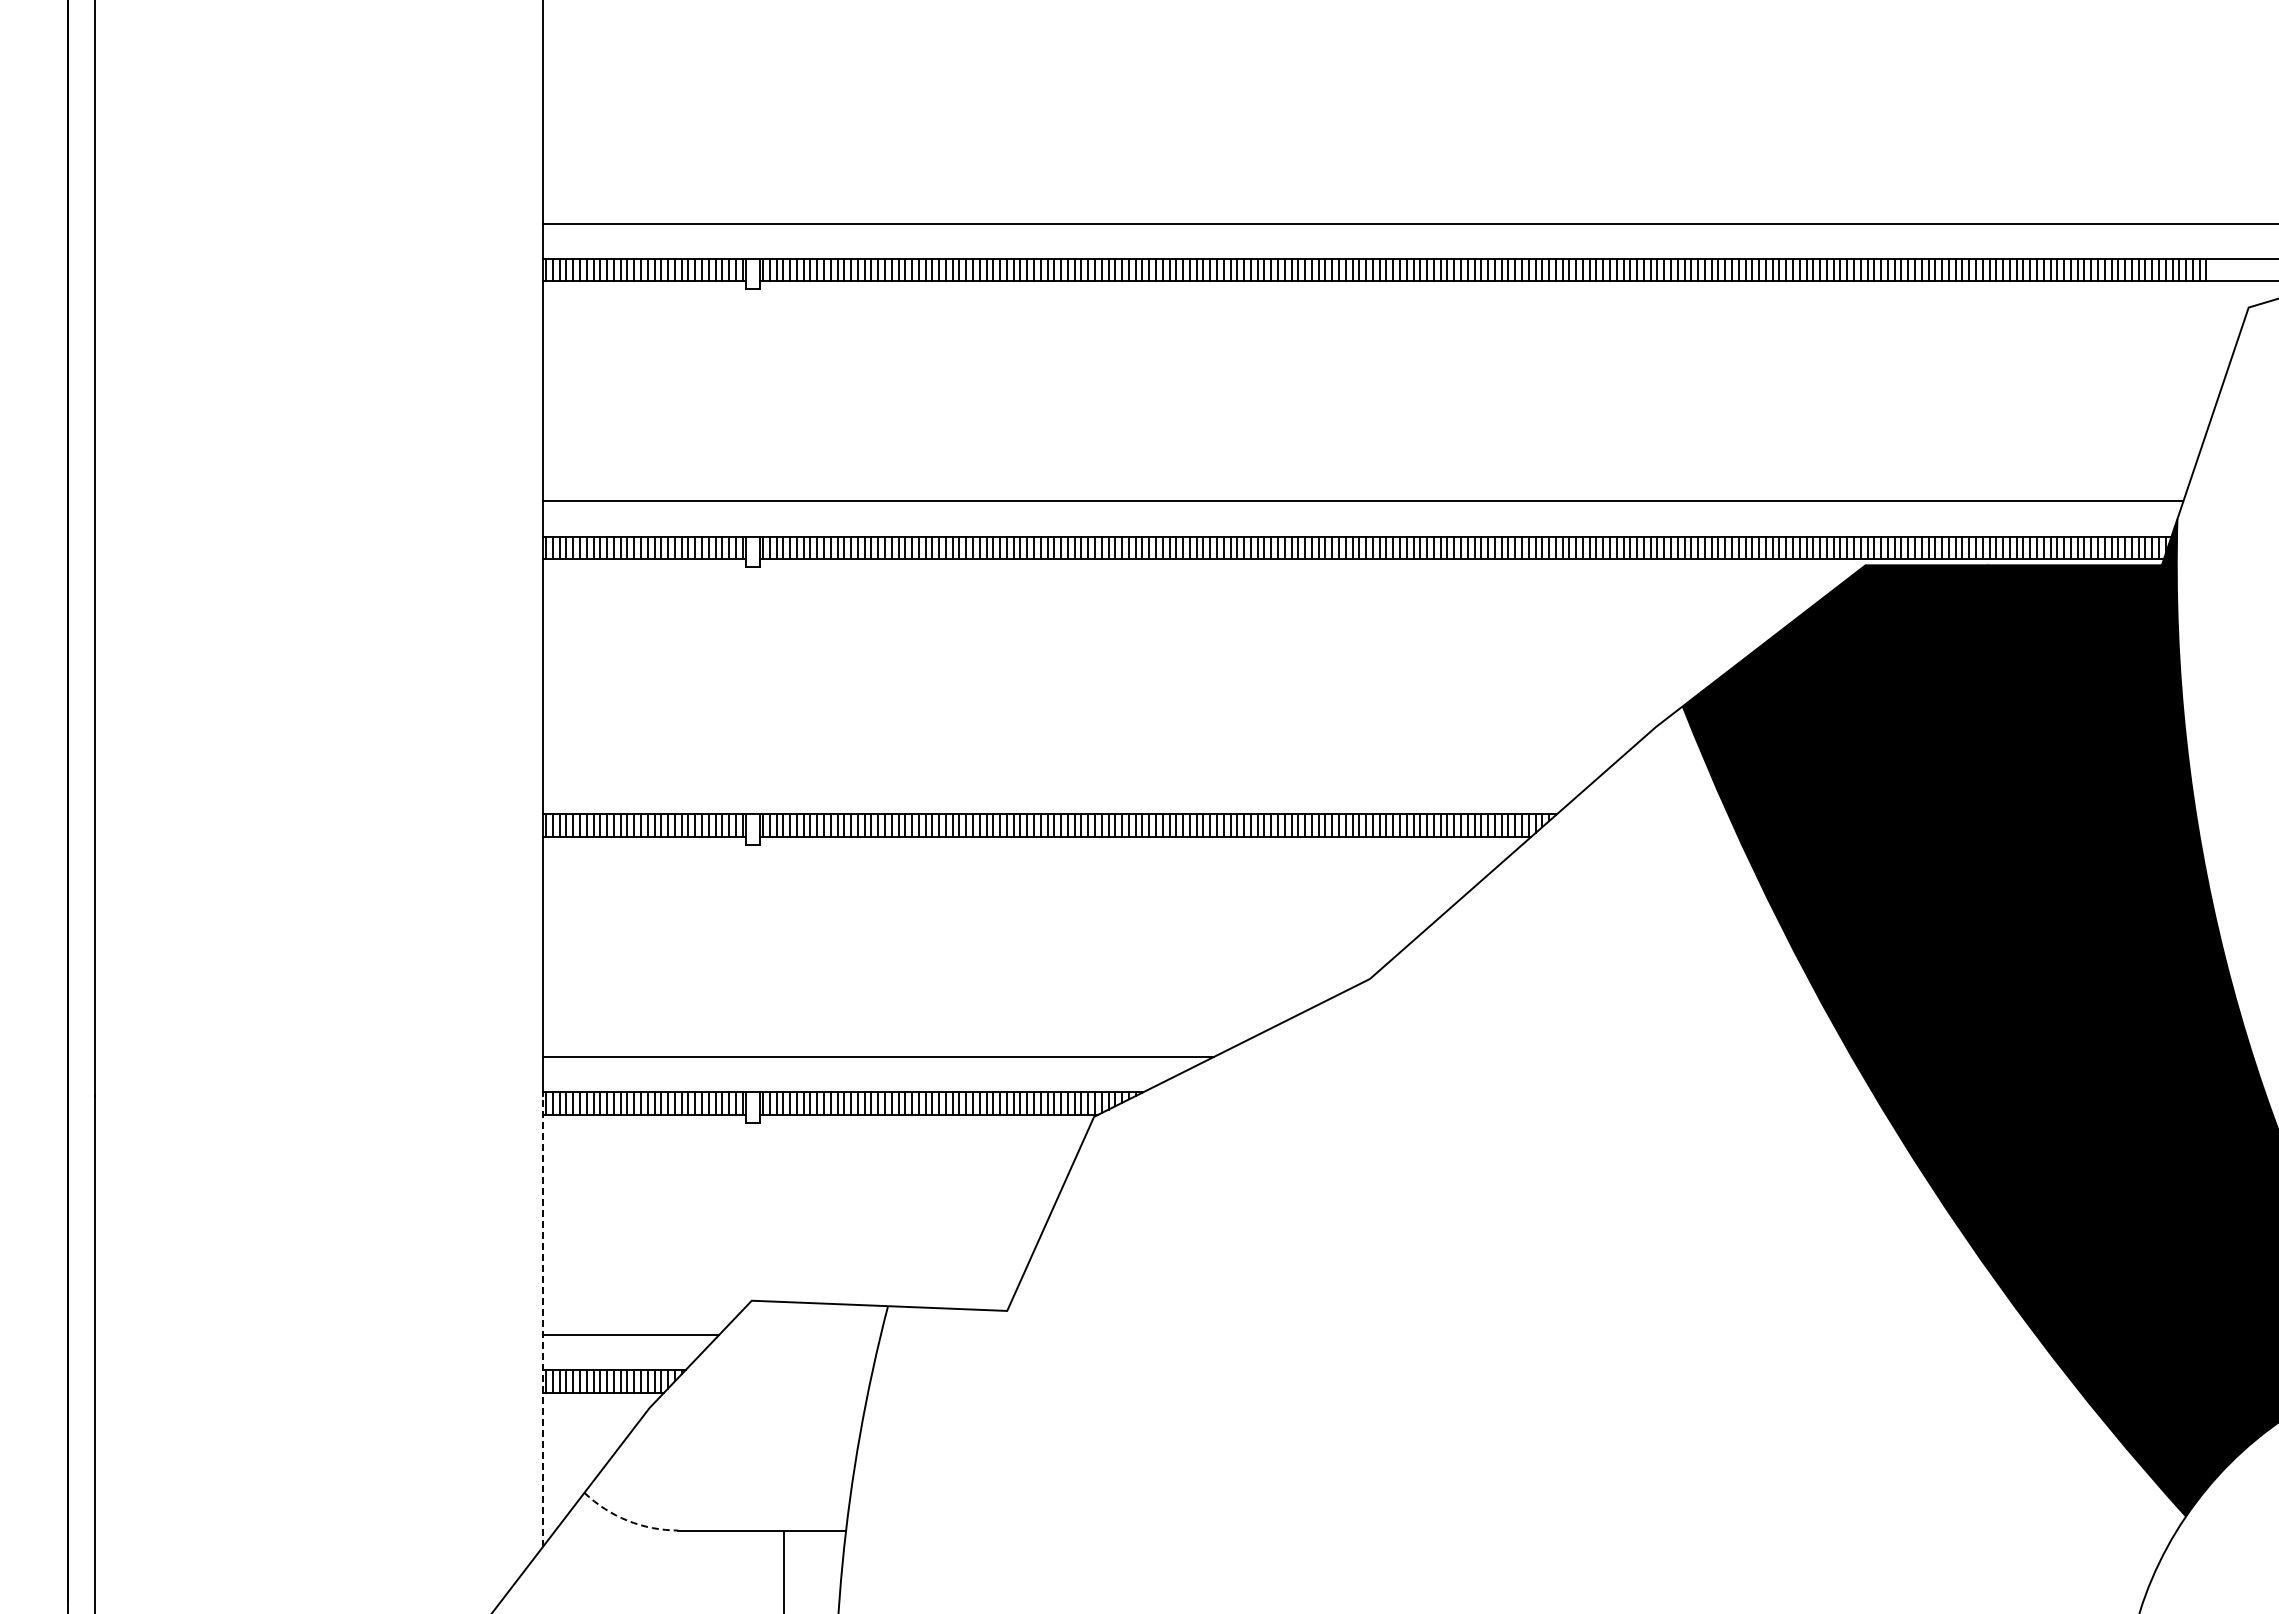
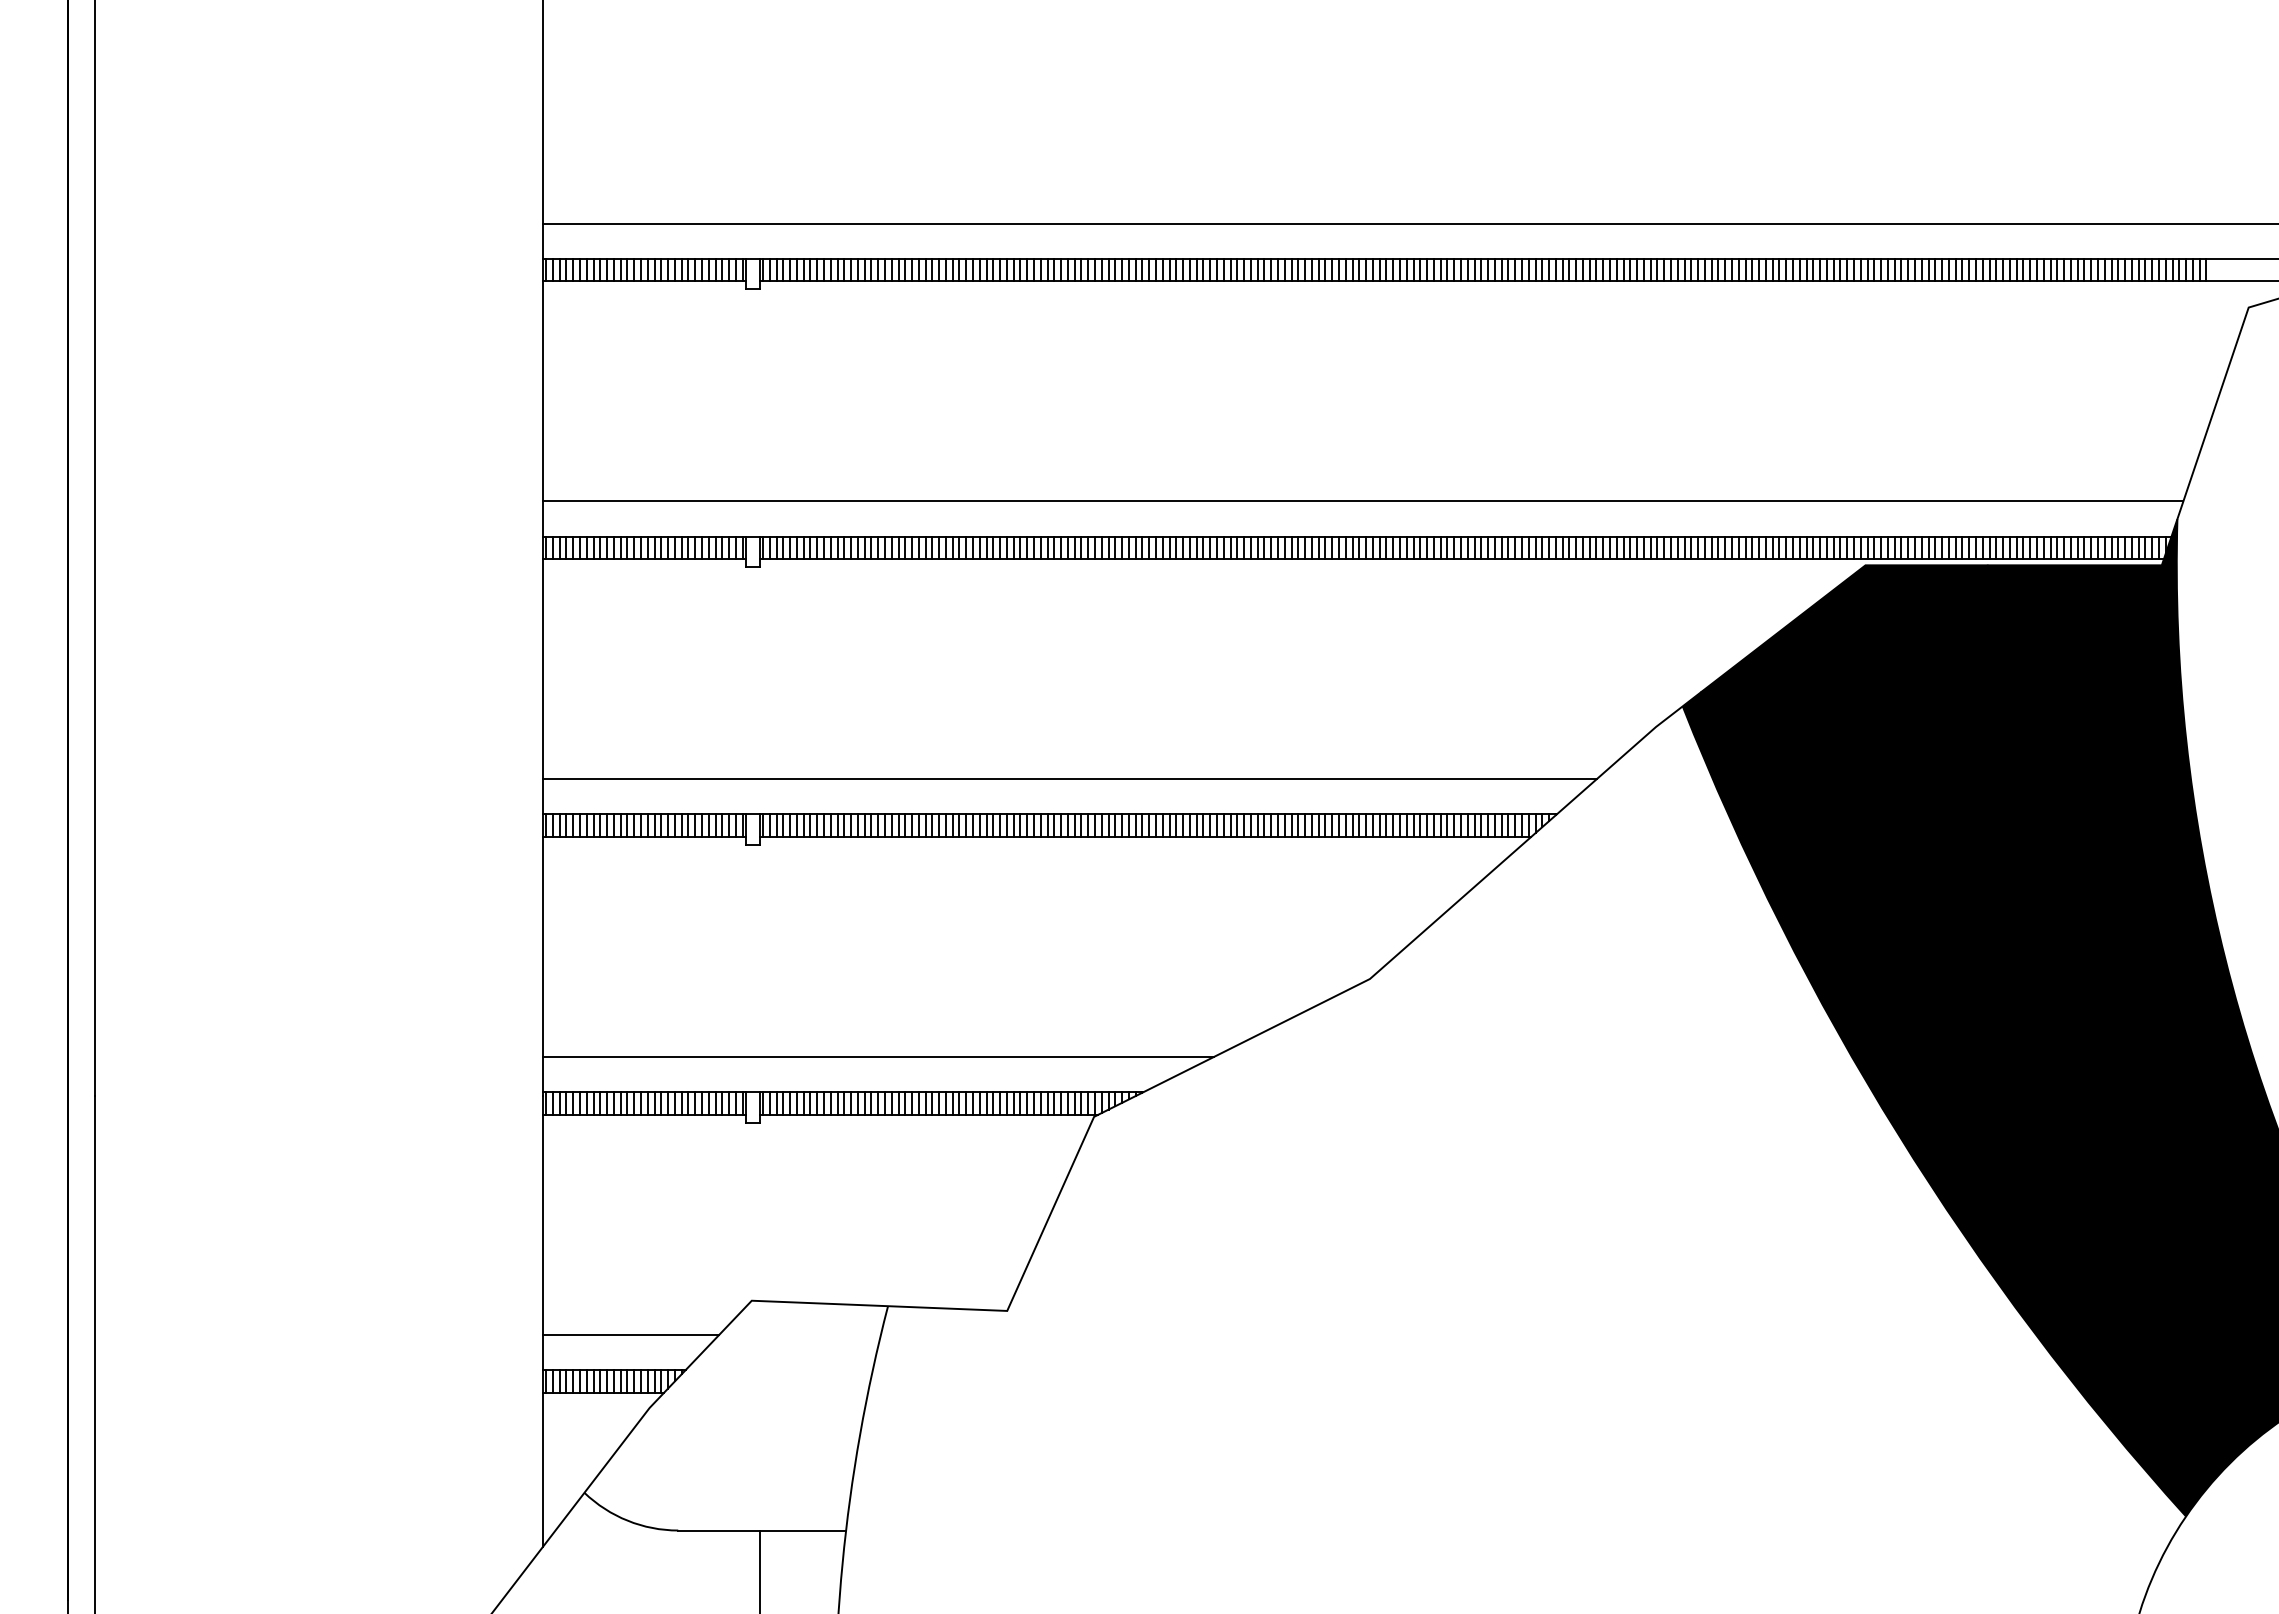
line at (1069, 779): none -> present
line at (542, 1321): dashed -> solid
arc at (627, 1520): dashed -> solid
line at (783, 1570) position: (783, 1570) -> (759, 1570)
